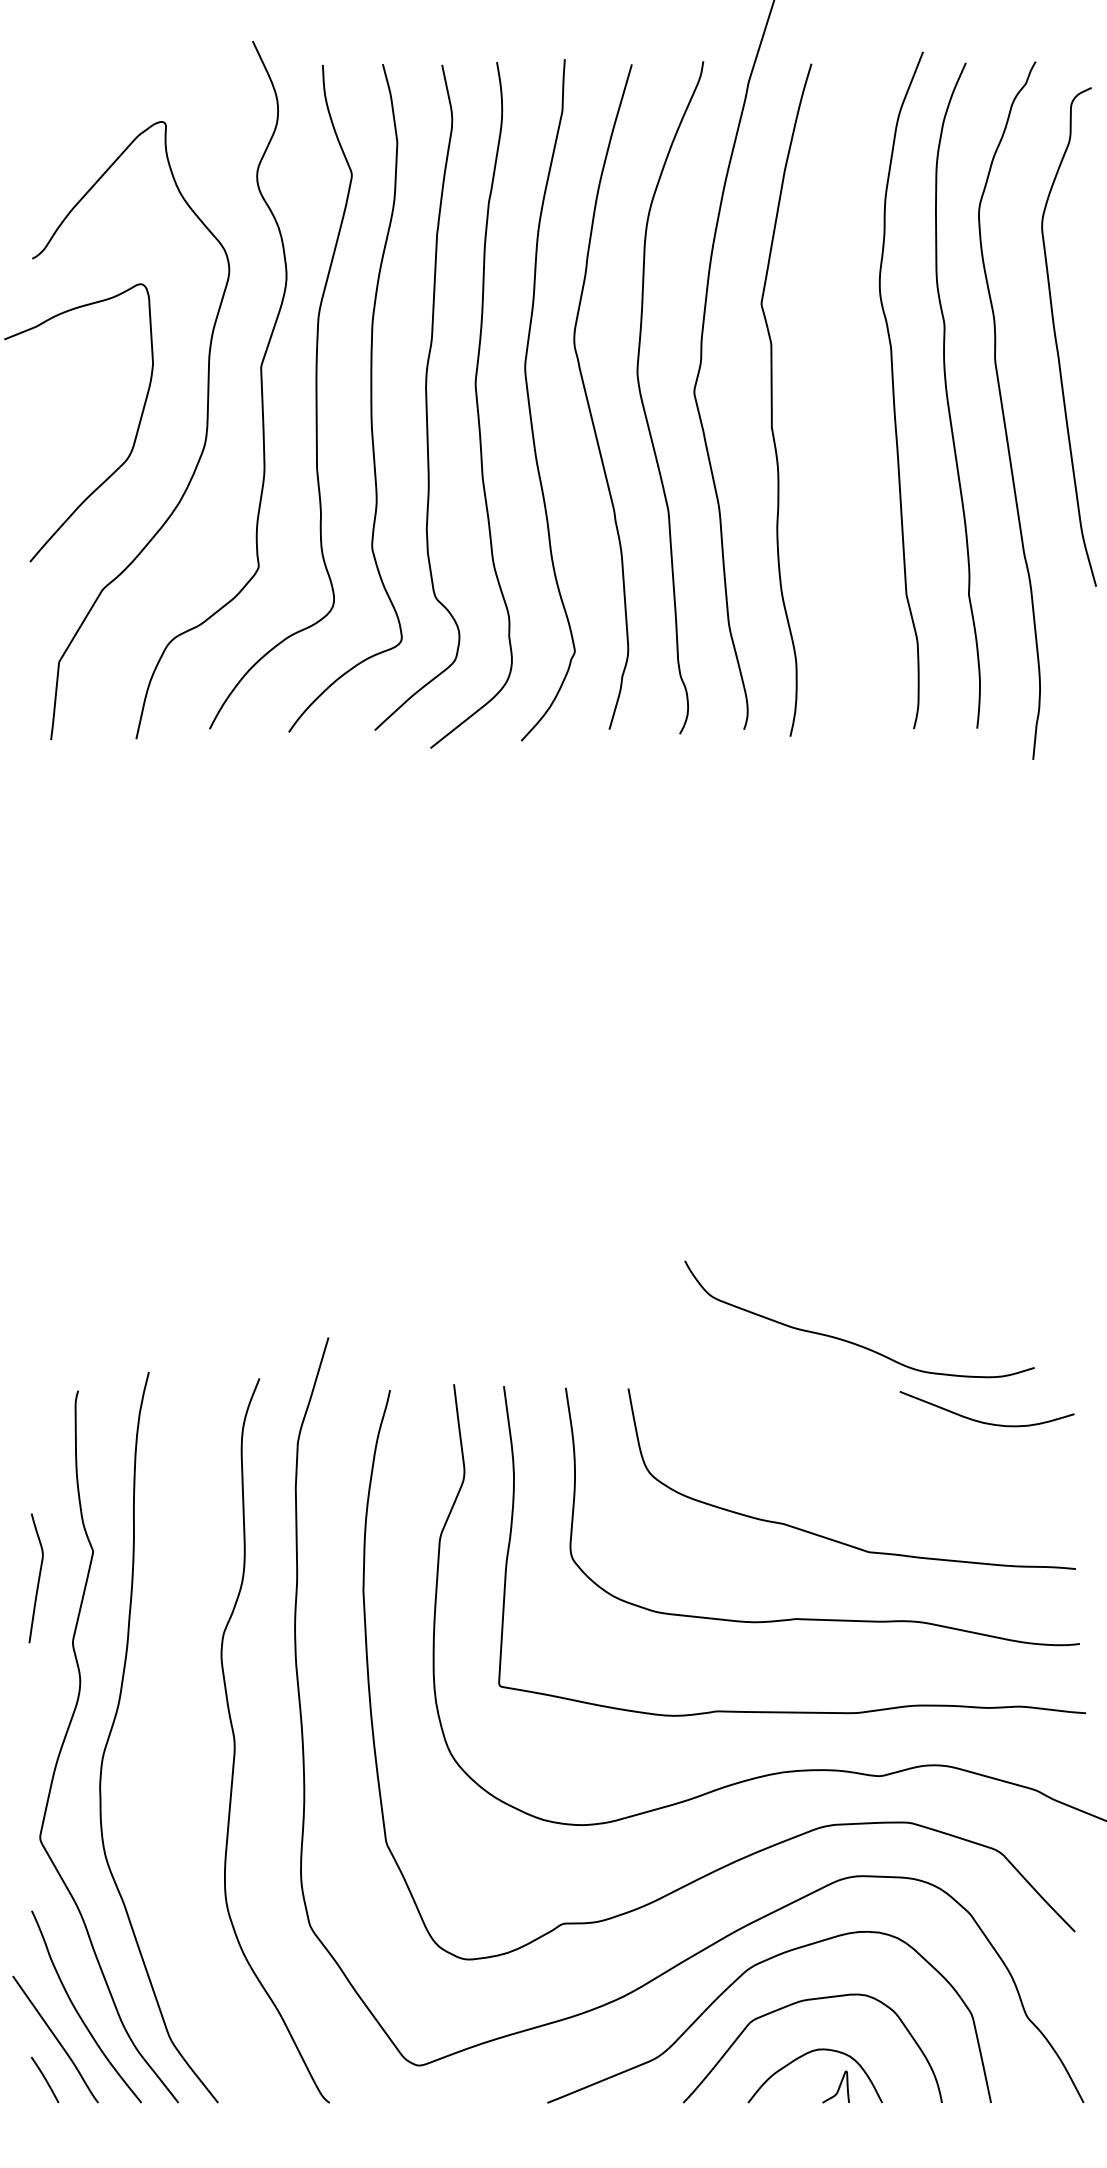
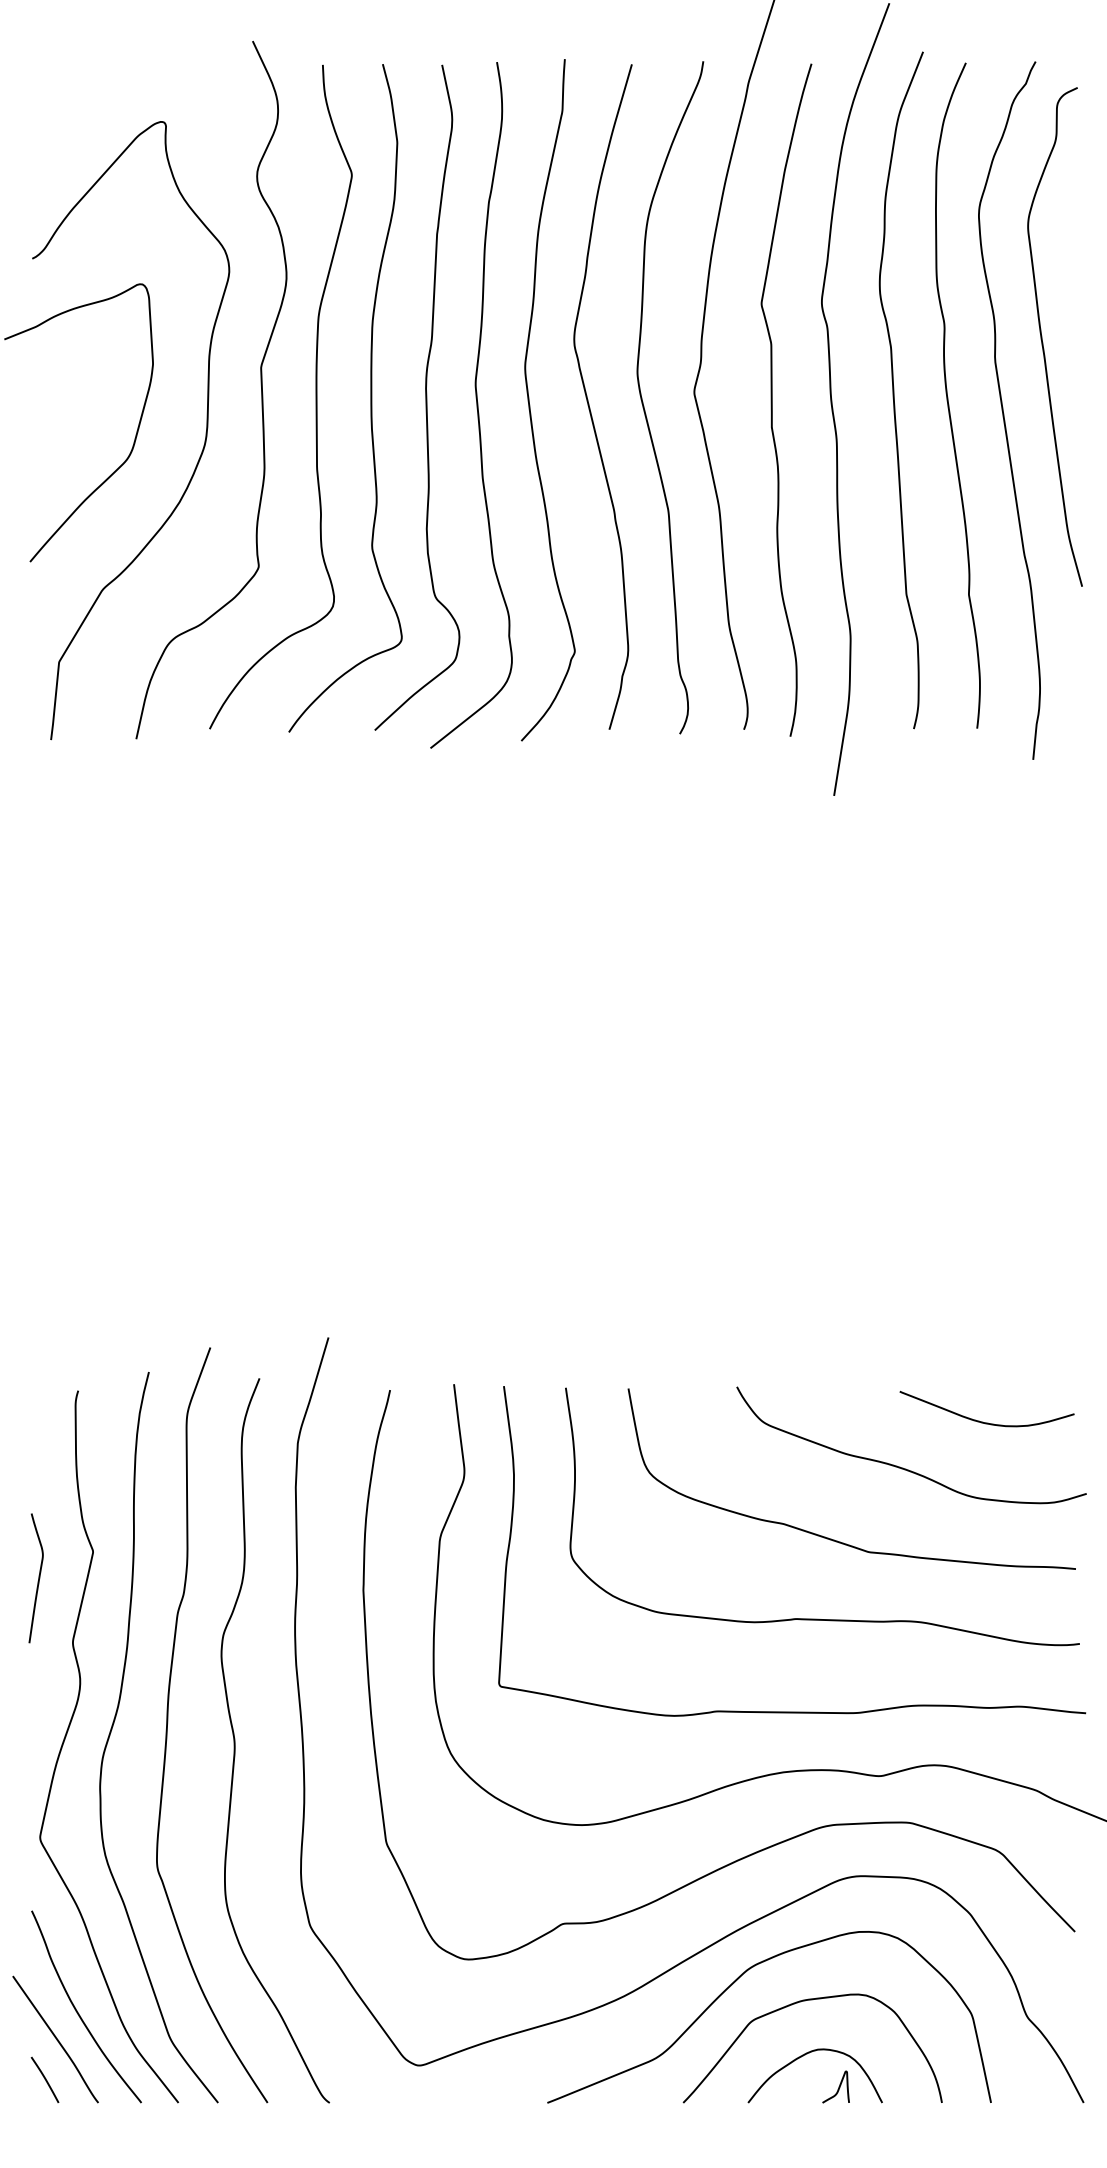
curve at (1056, 336) position: (1056, 336) -> (1042, 336)
curve at (832, 399): none -> present
curve at (851, 1341) position: (851, 1341) -> (903, 1467)
curve at (168, 1723): none -> present
